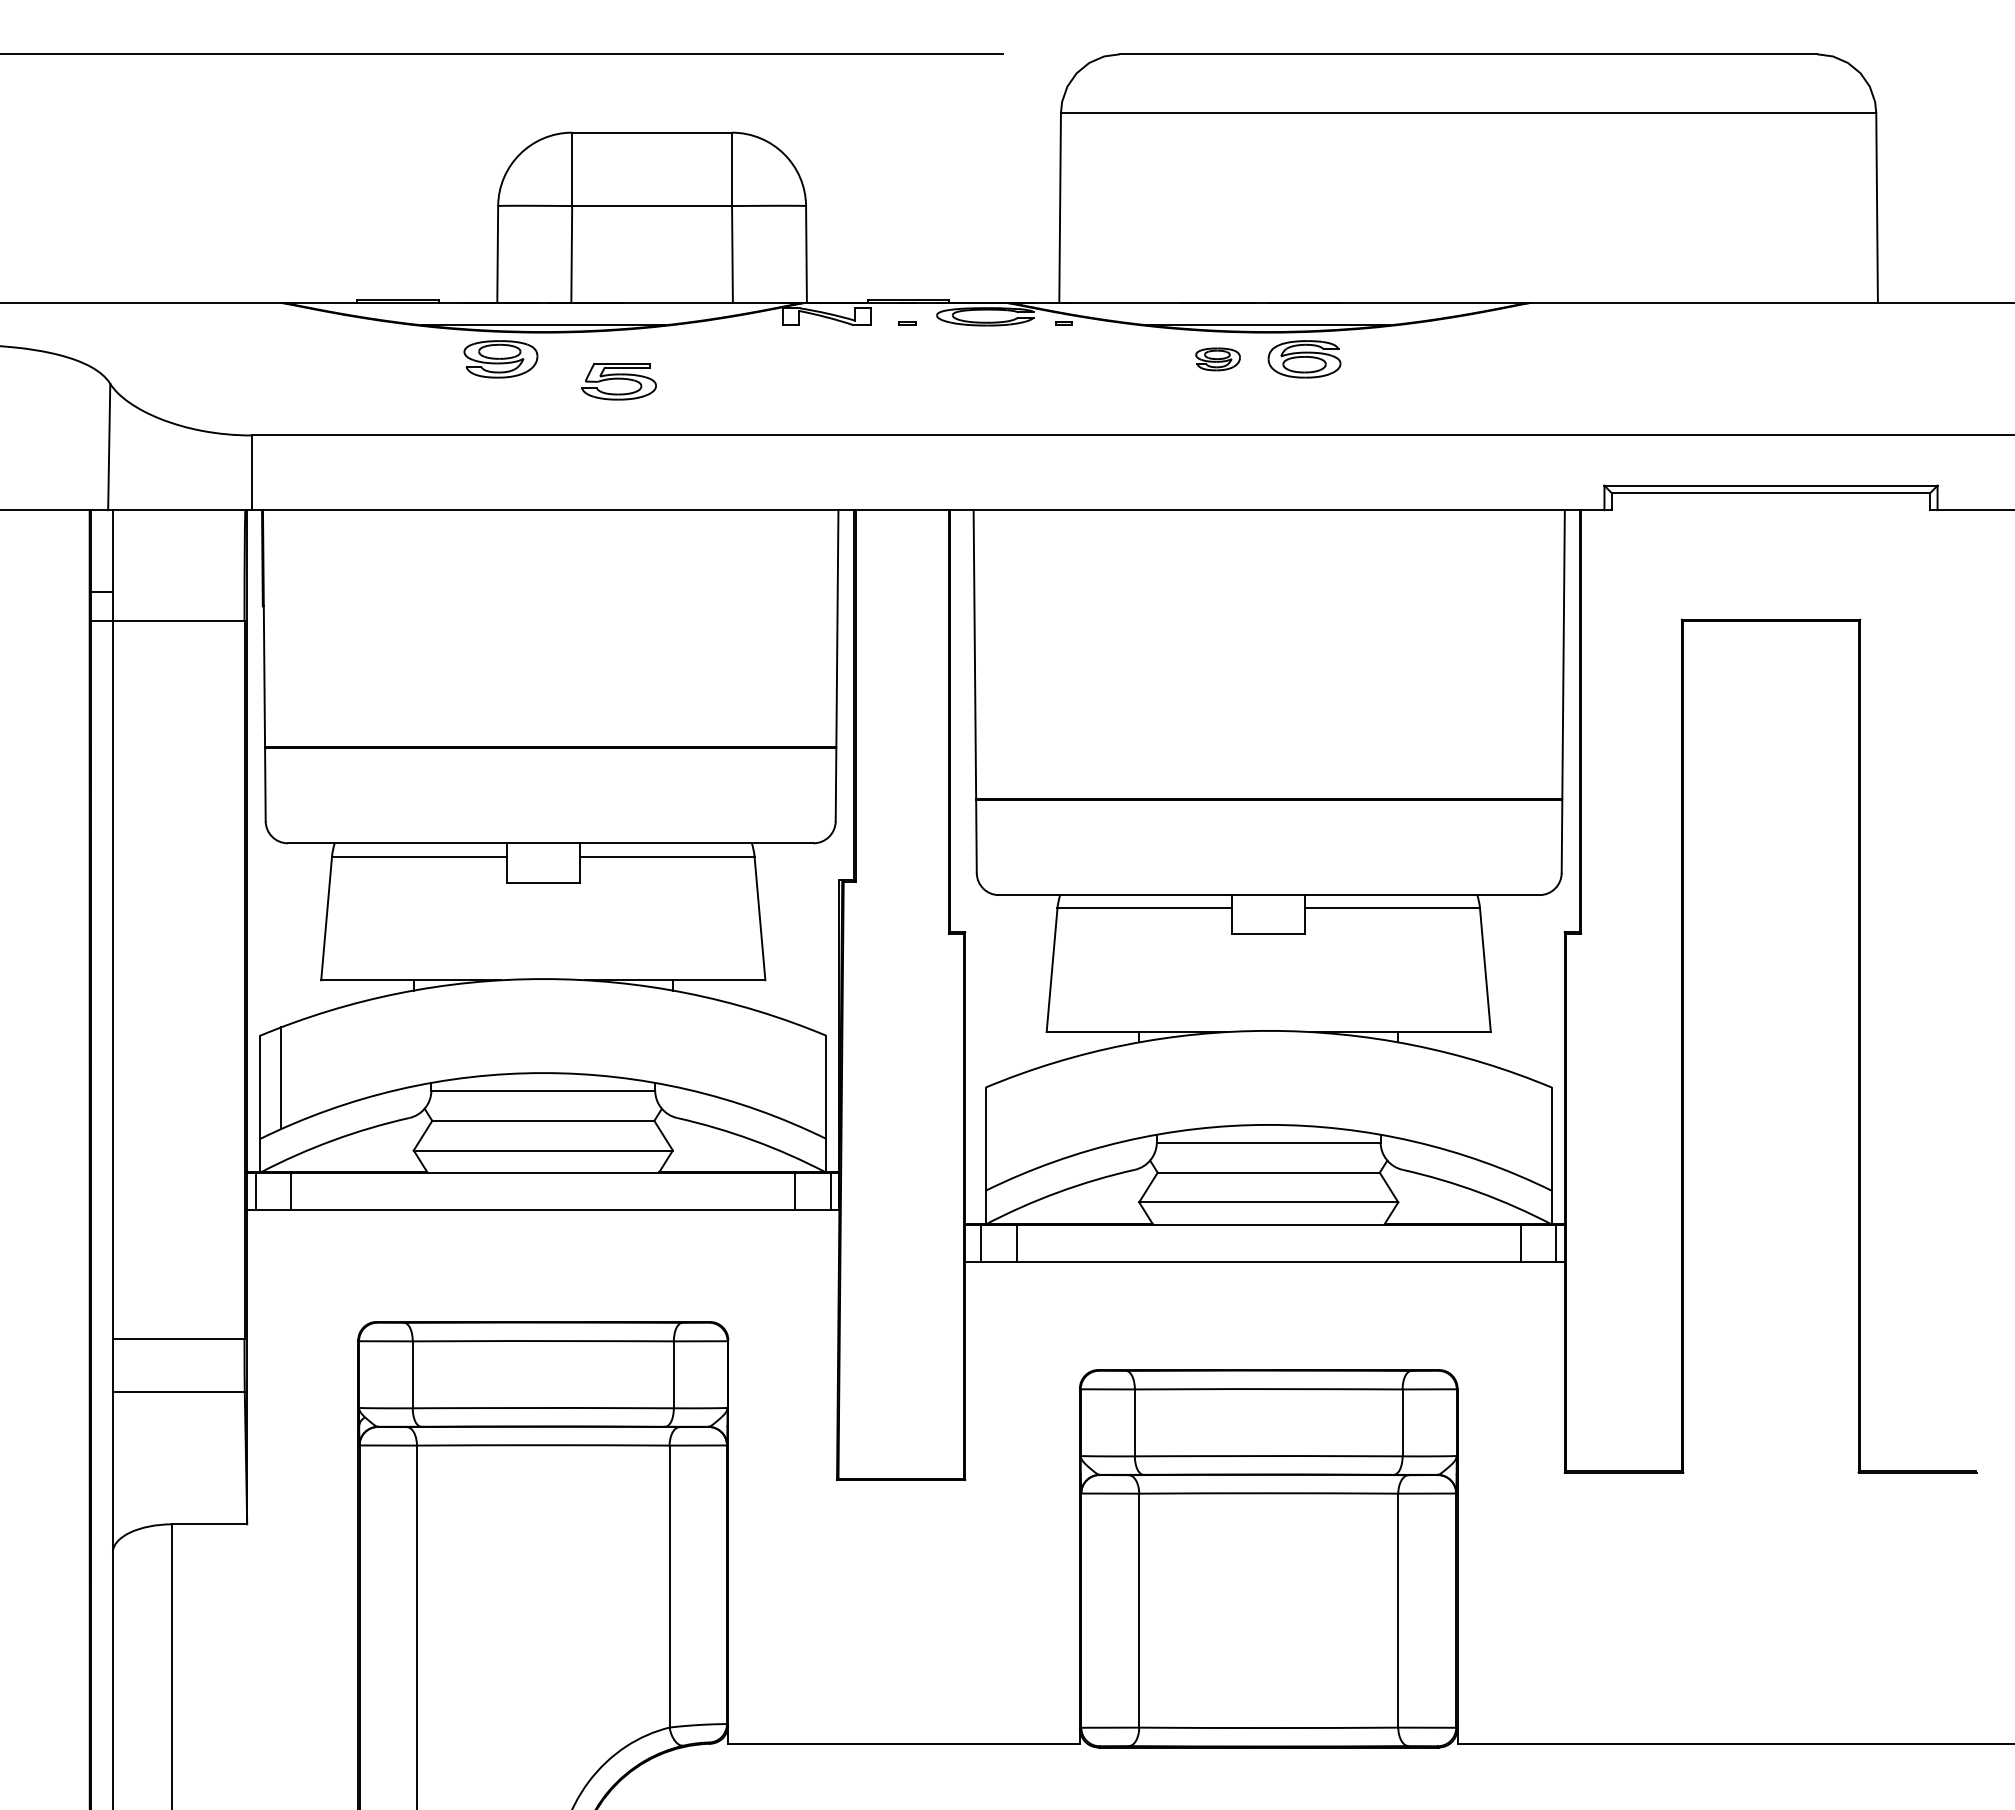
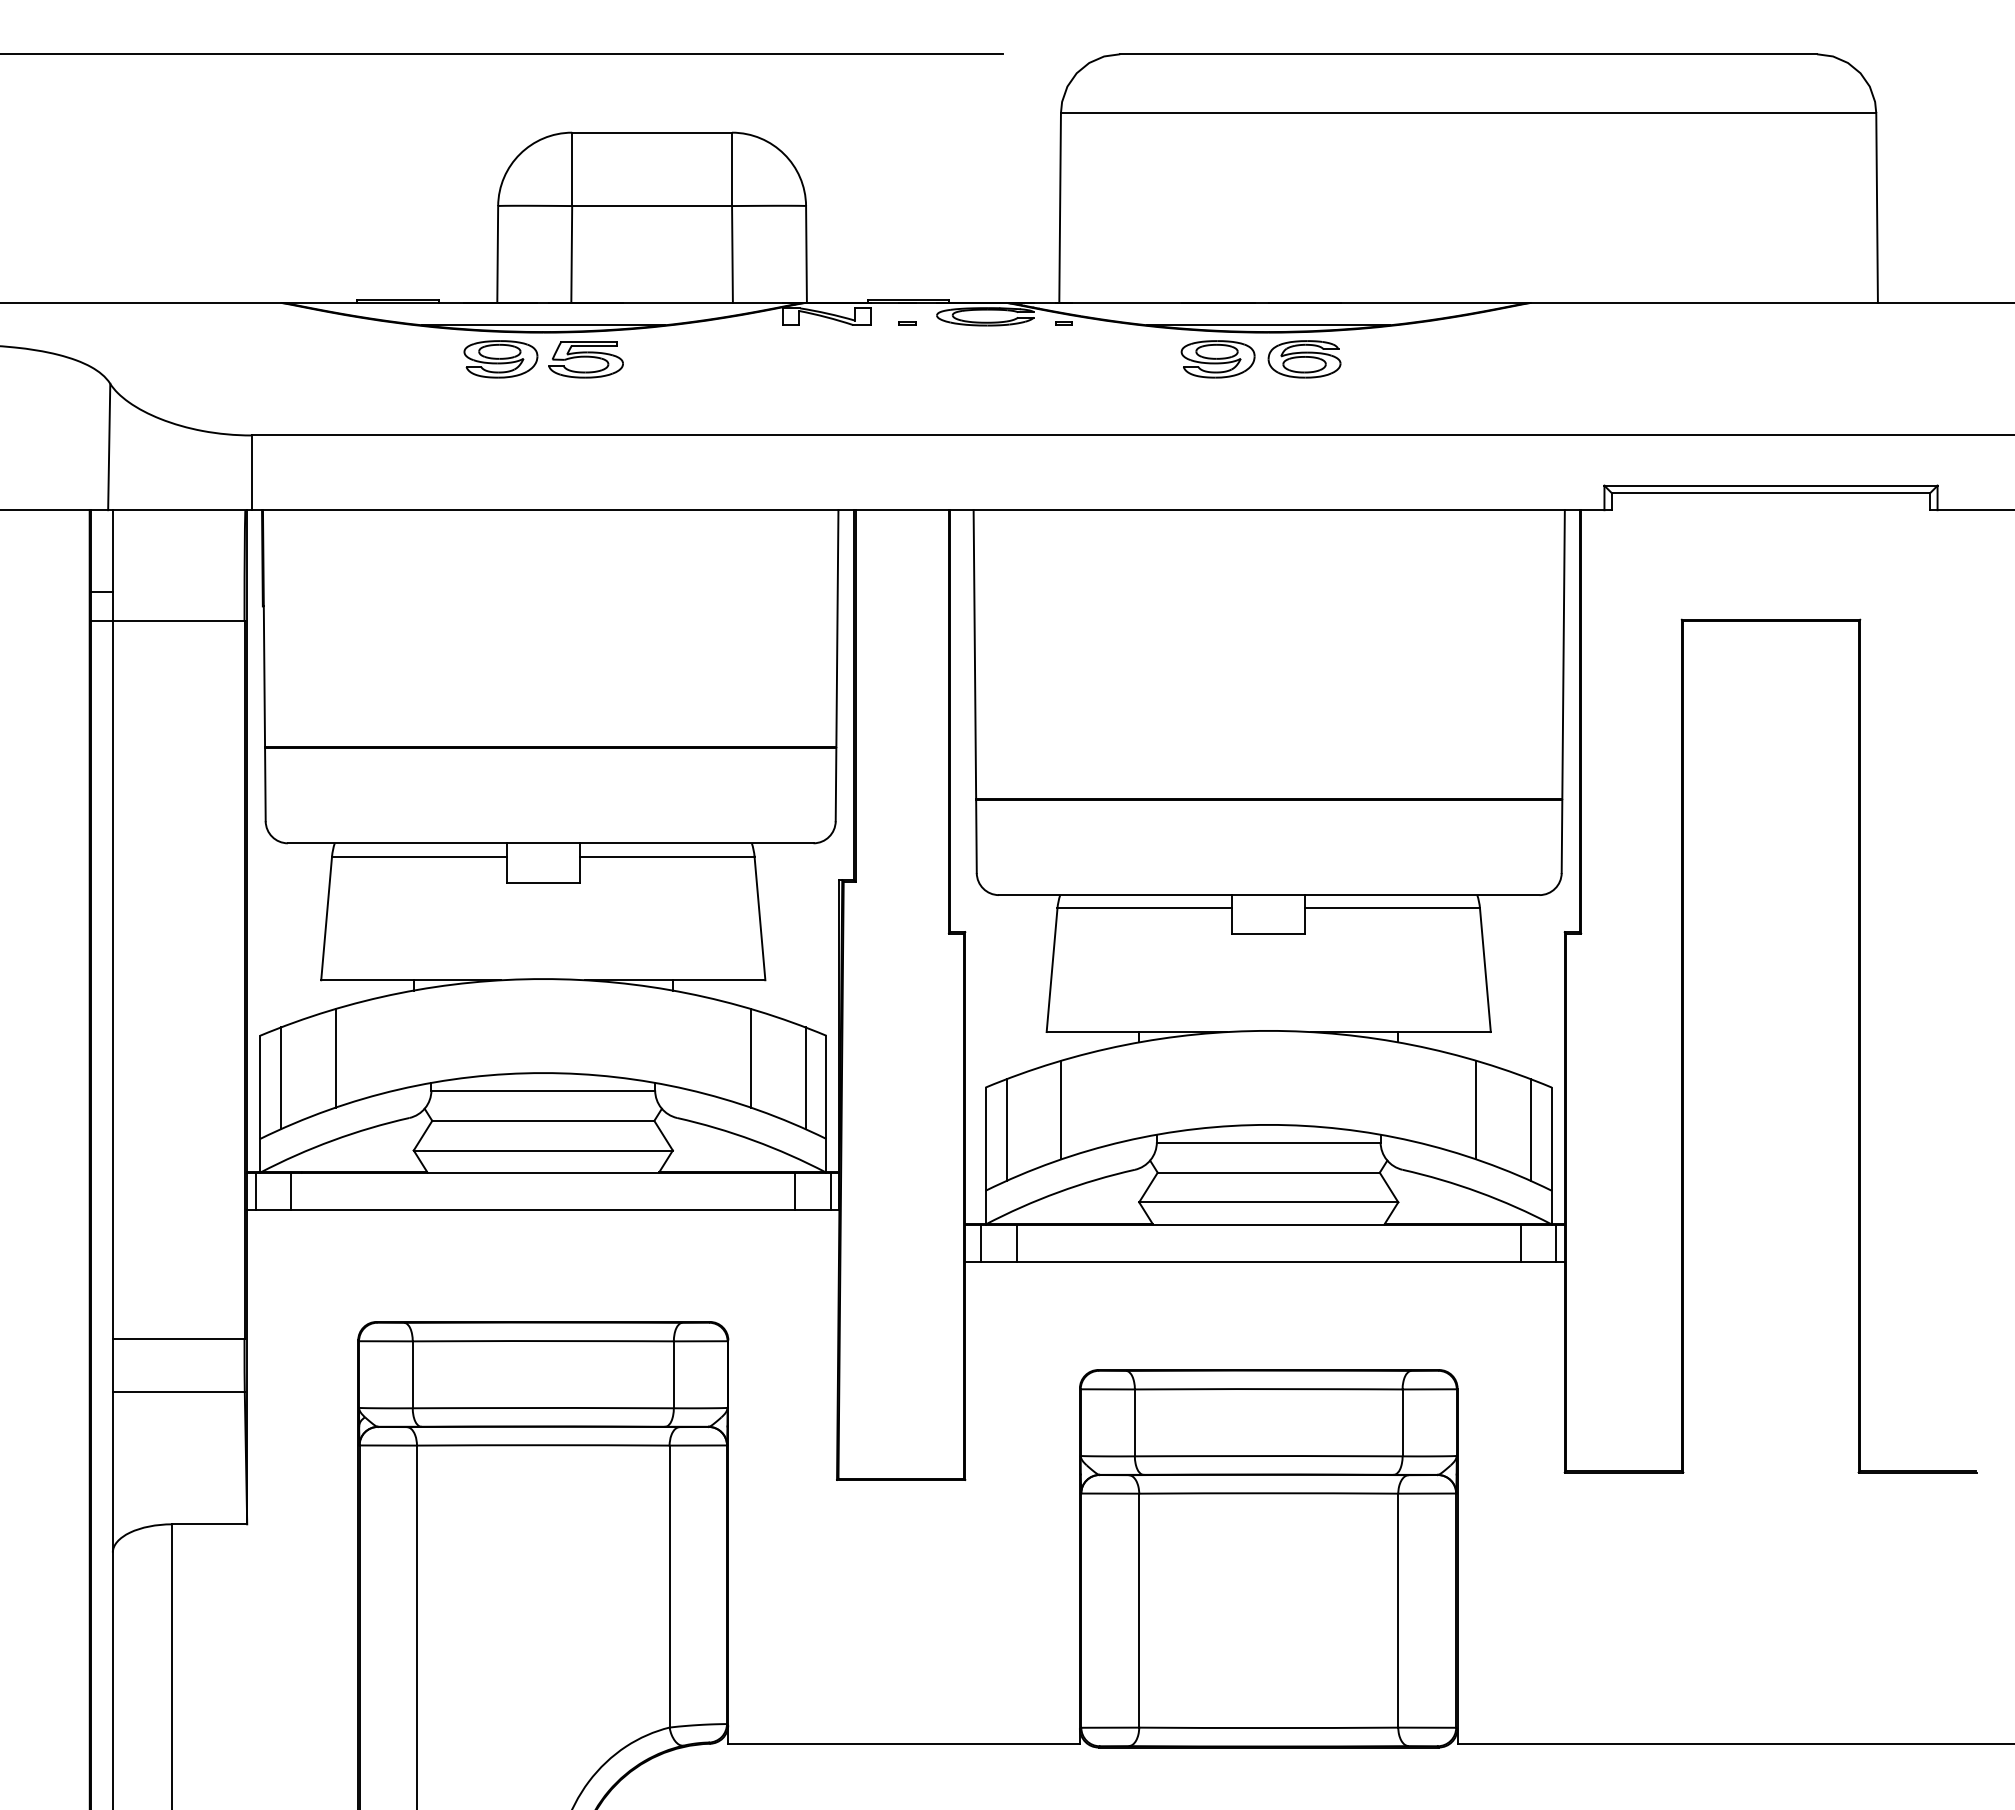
part at (1217, 359) size: 46x25 px -> 76x39 px
part at (618, 381) position: (618, 381) -> (585, 359)
line at (335, 1058): none -> present
line at (750, 1058): none -> present
line at (805, 1078): none -> present
line at (1061, 1109): none -> present
line at (1476, 1109): none -> present
line at (1006, 1129): none -> present
line at (1530, 1129): none -> present
